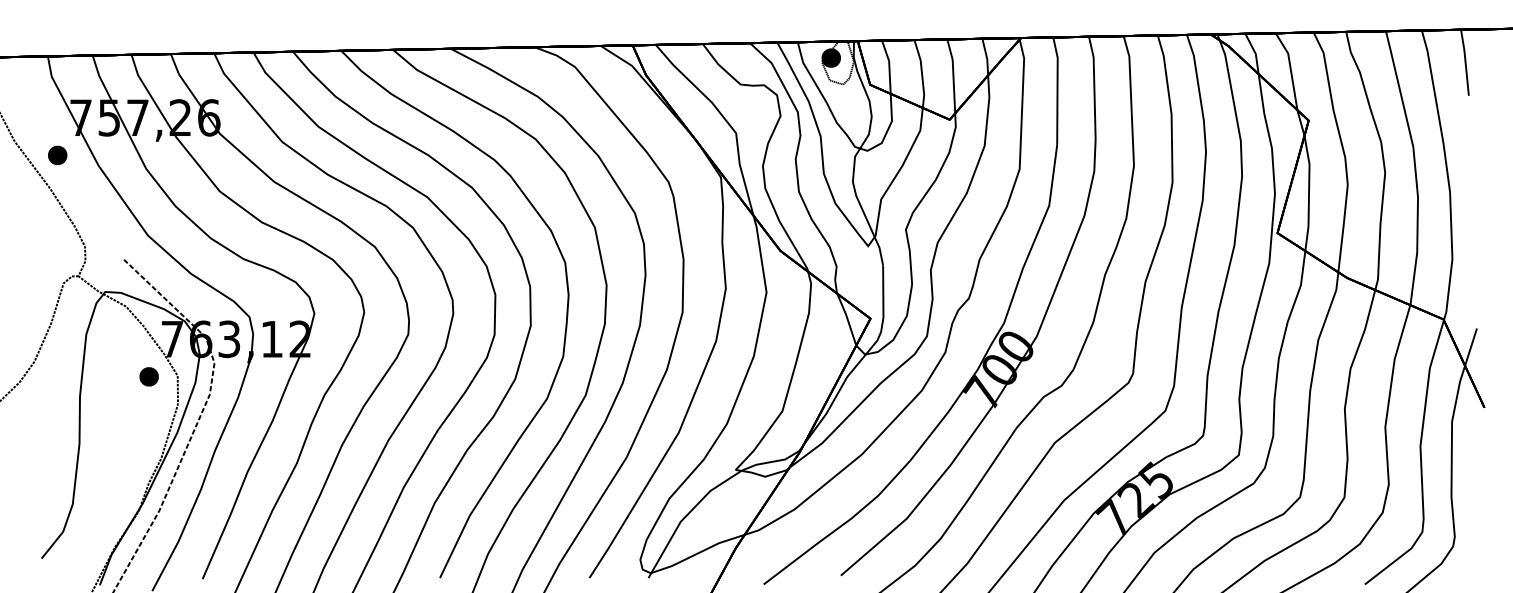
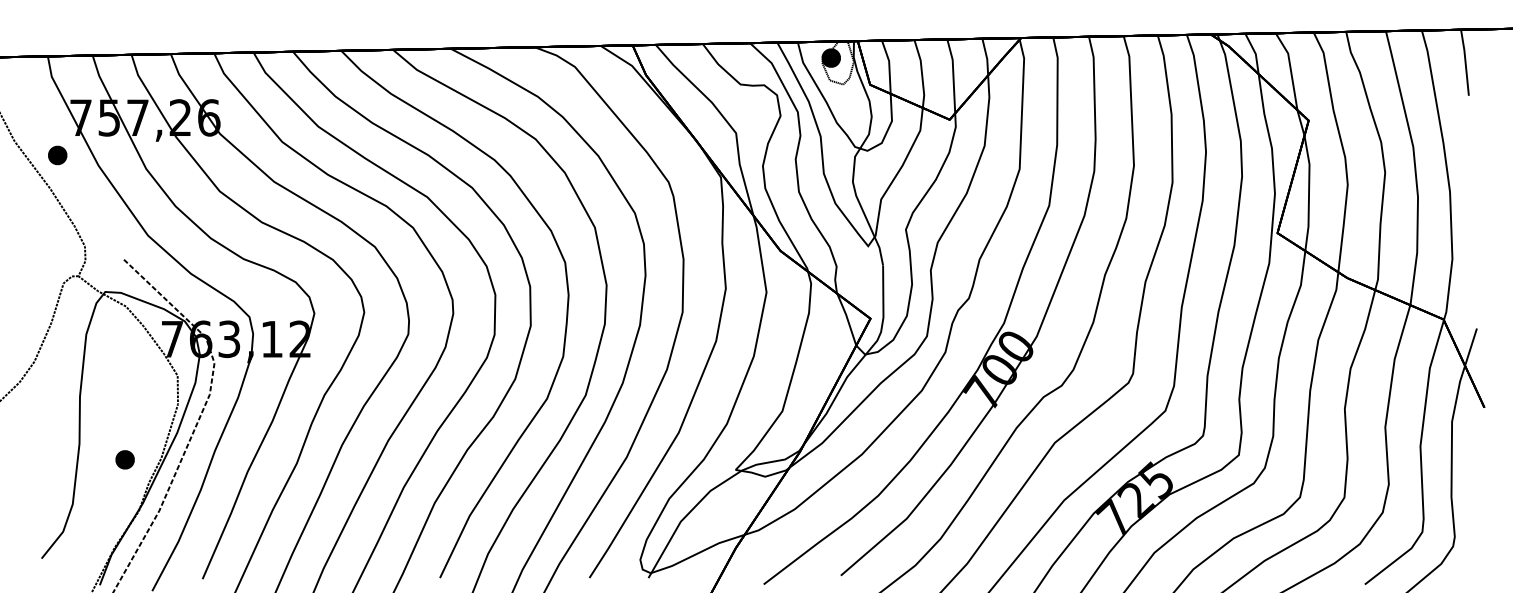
part at (148, 376) position: (148, 376) -> (124, 459)
